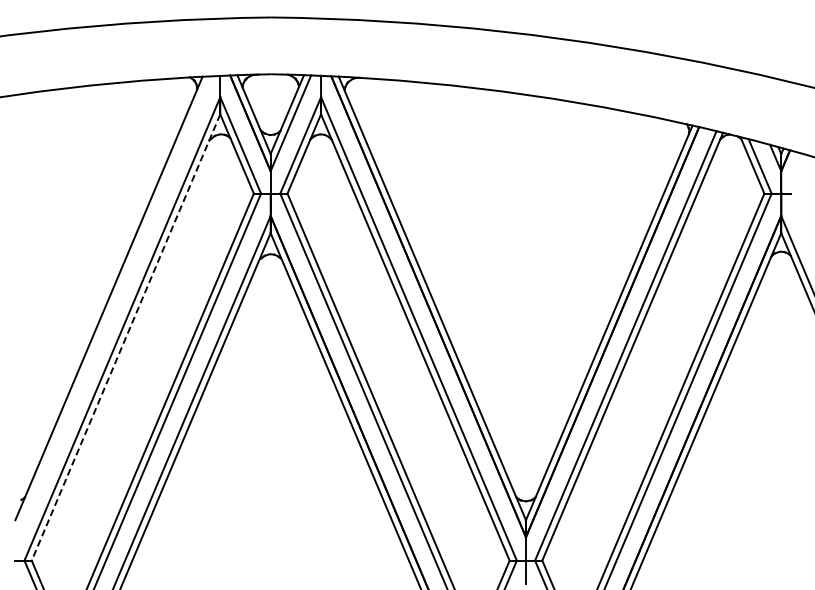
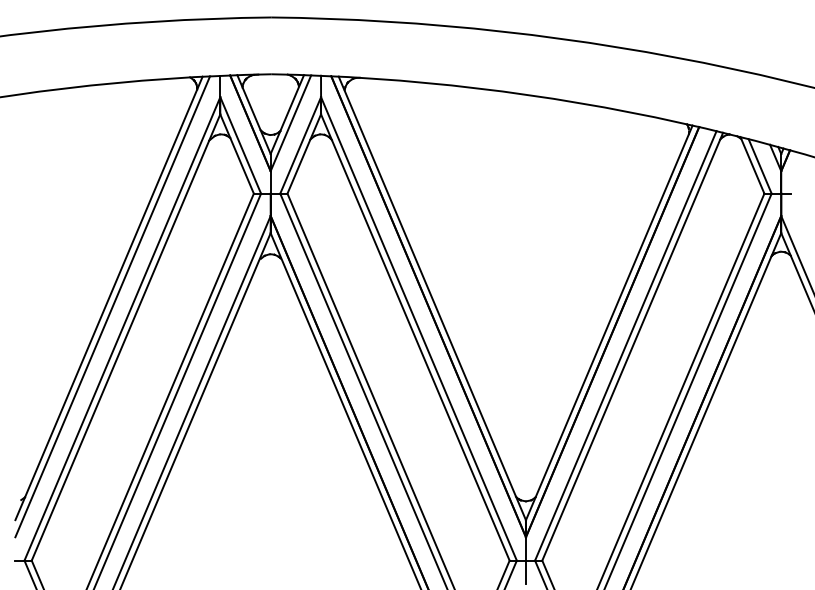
line at (112, 306): none -> present
line at (125, 337): dashed -> solid
